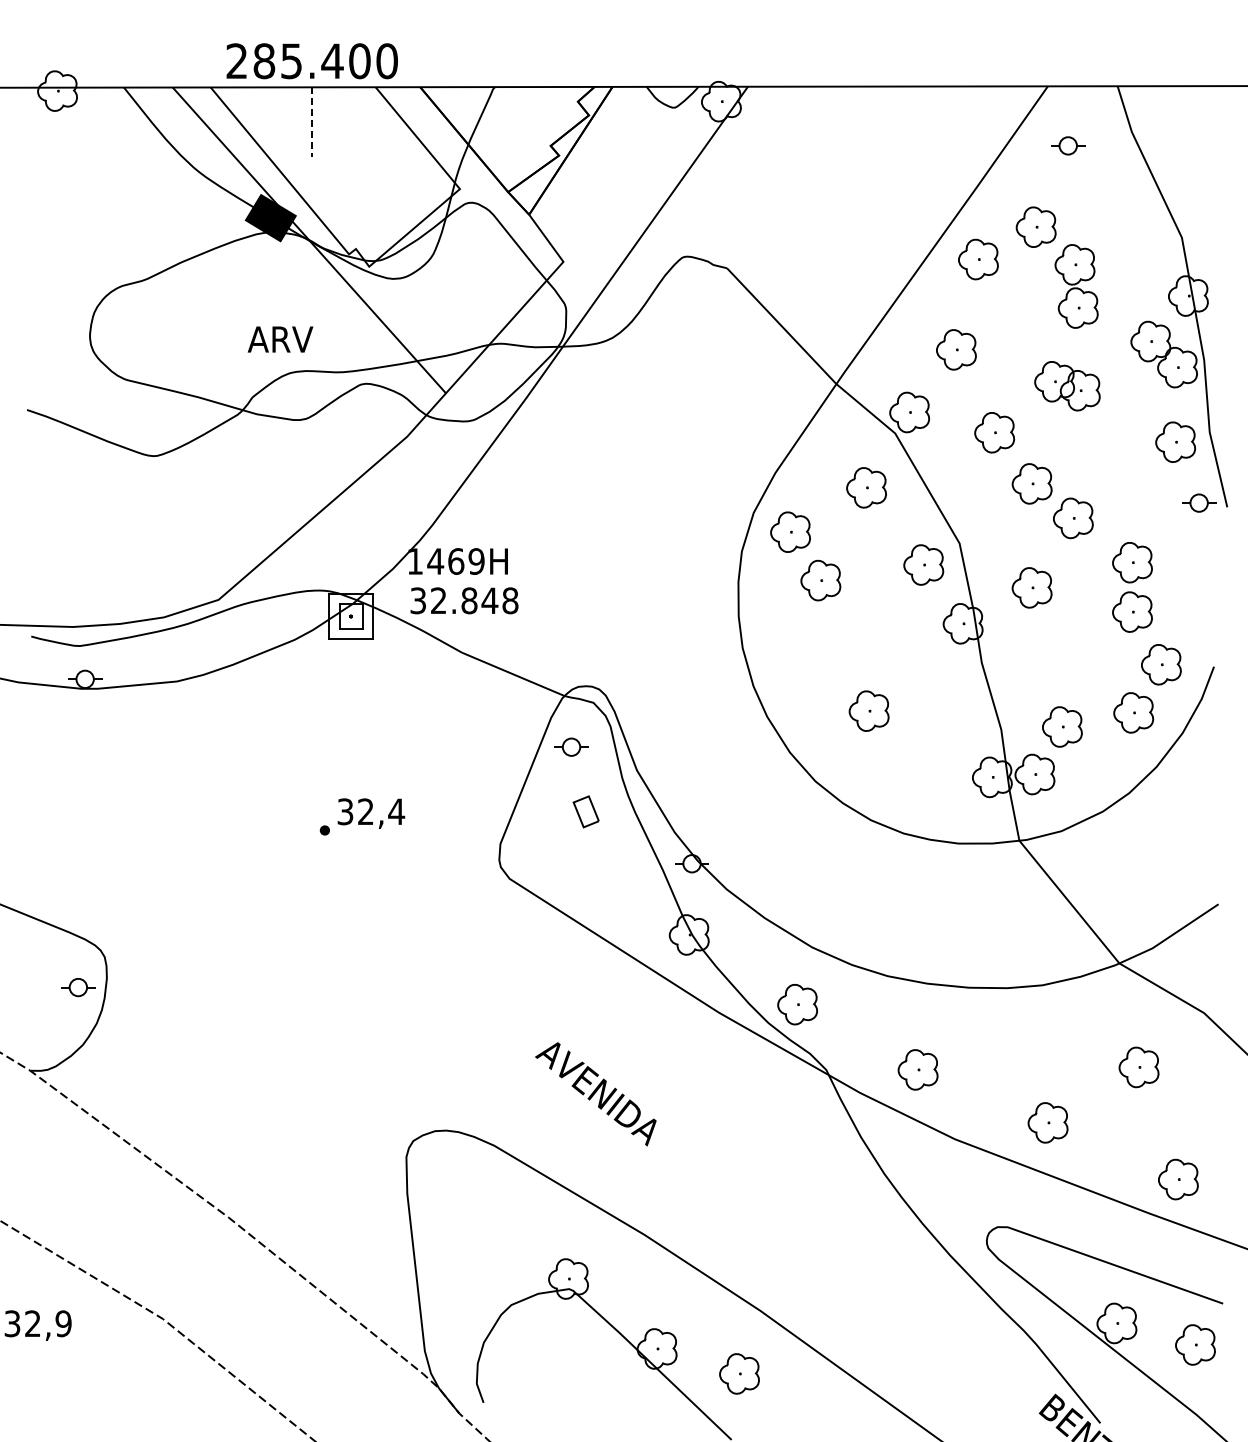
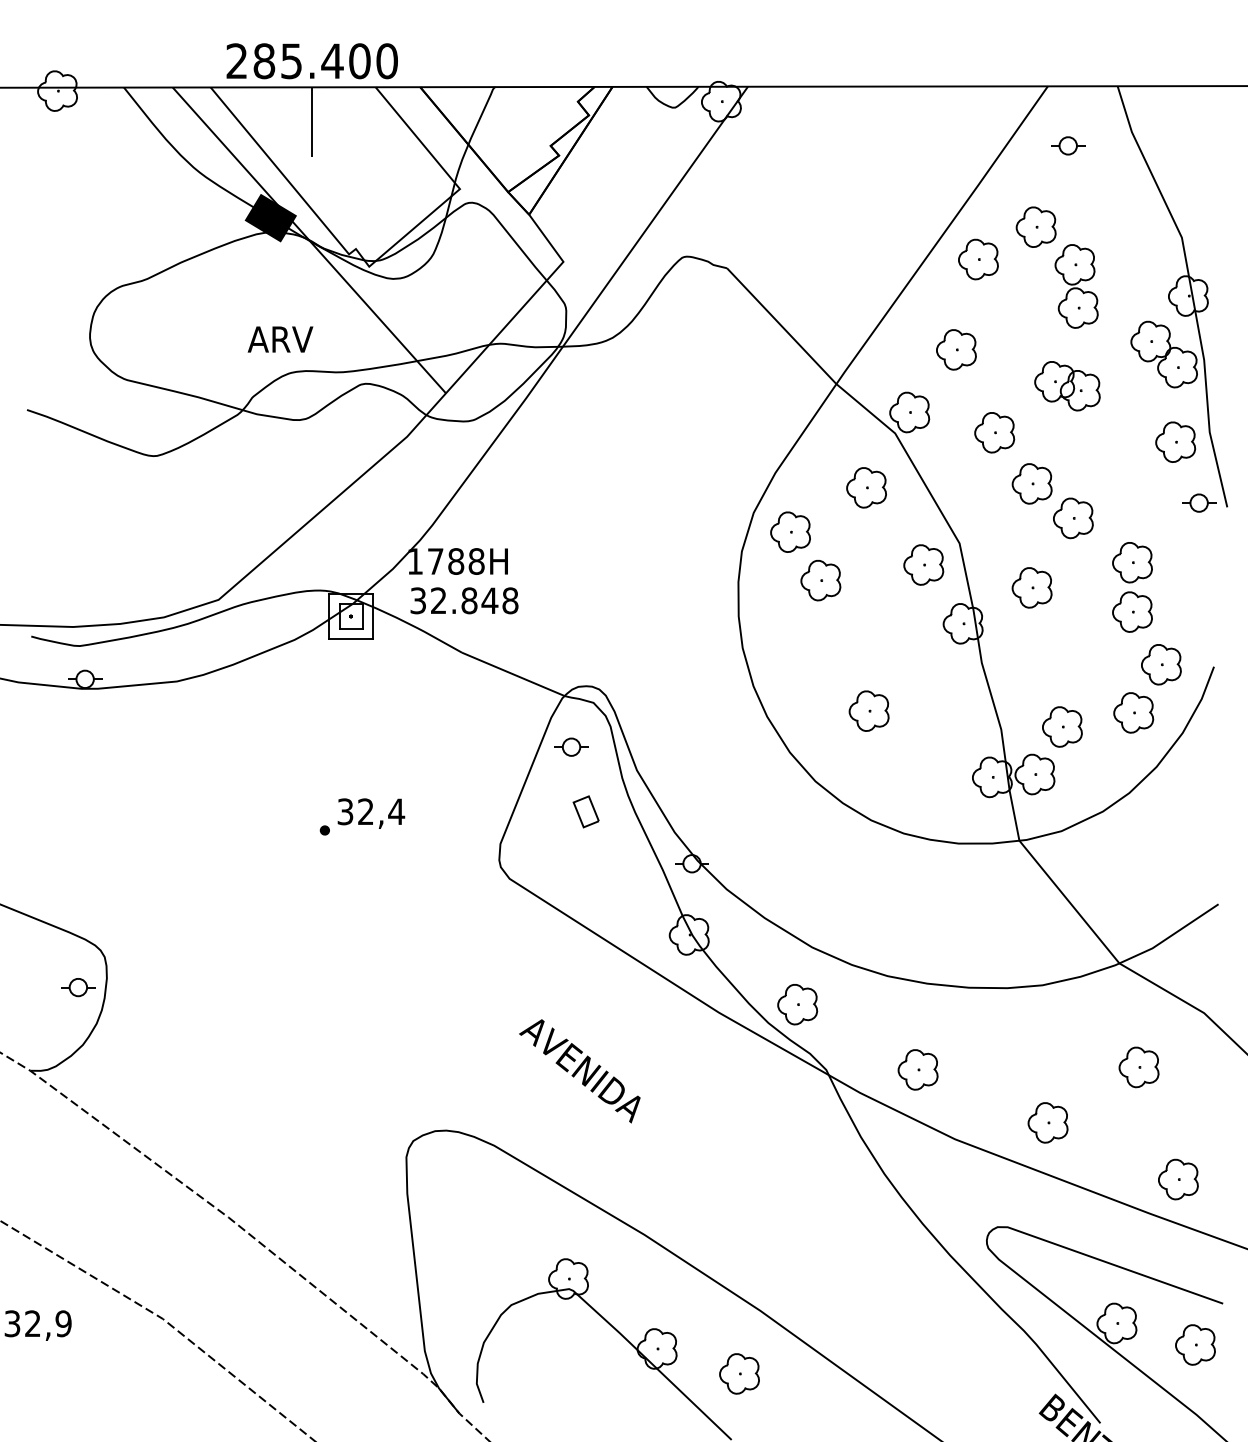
line at (312, 122): dashed -> solid
text at (455, 561): 1469H -> 1788H
text at (595, 1094) position: (595, 1094) -> (579, 1071)
